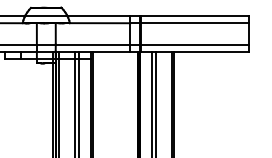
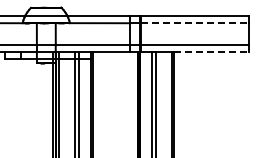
line at (195, 23): solid -> dashed
line at (212, 51): solid -> dashed
